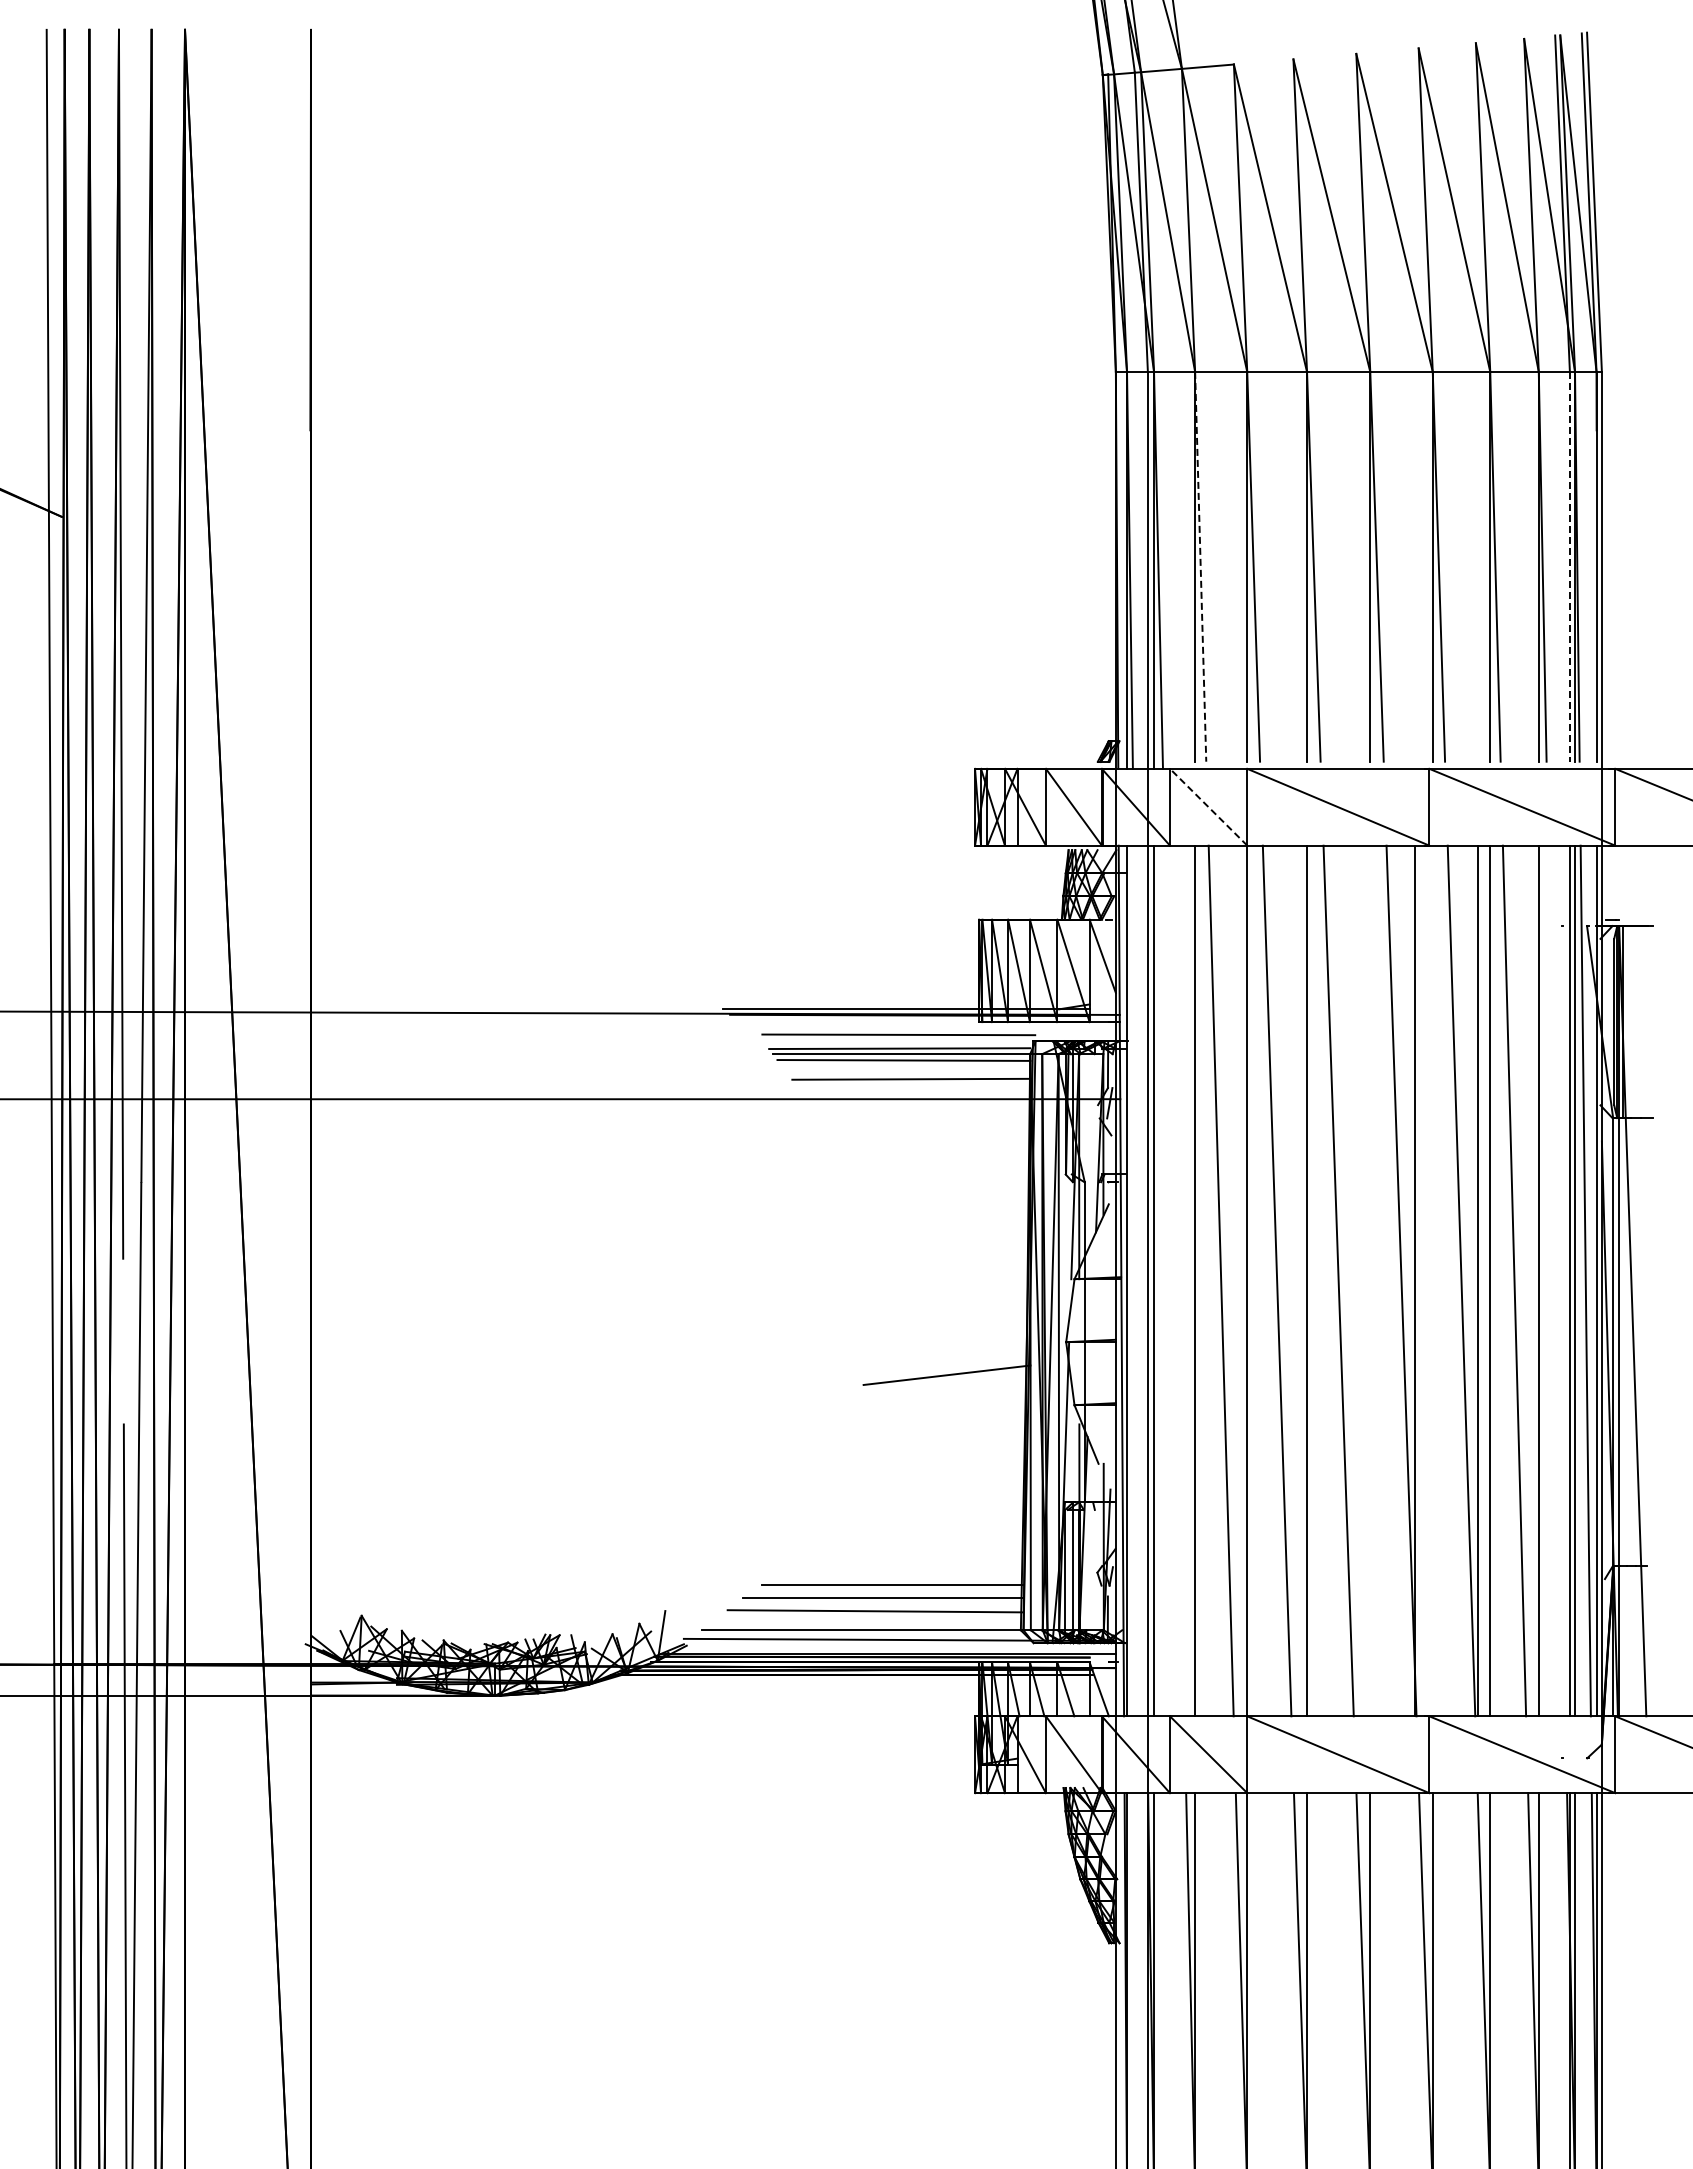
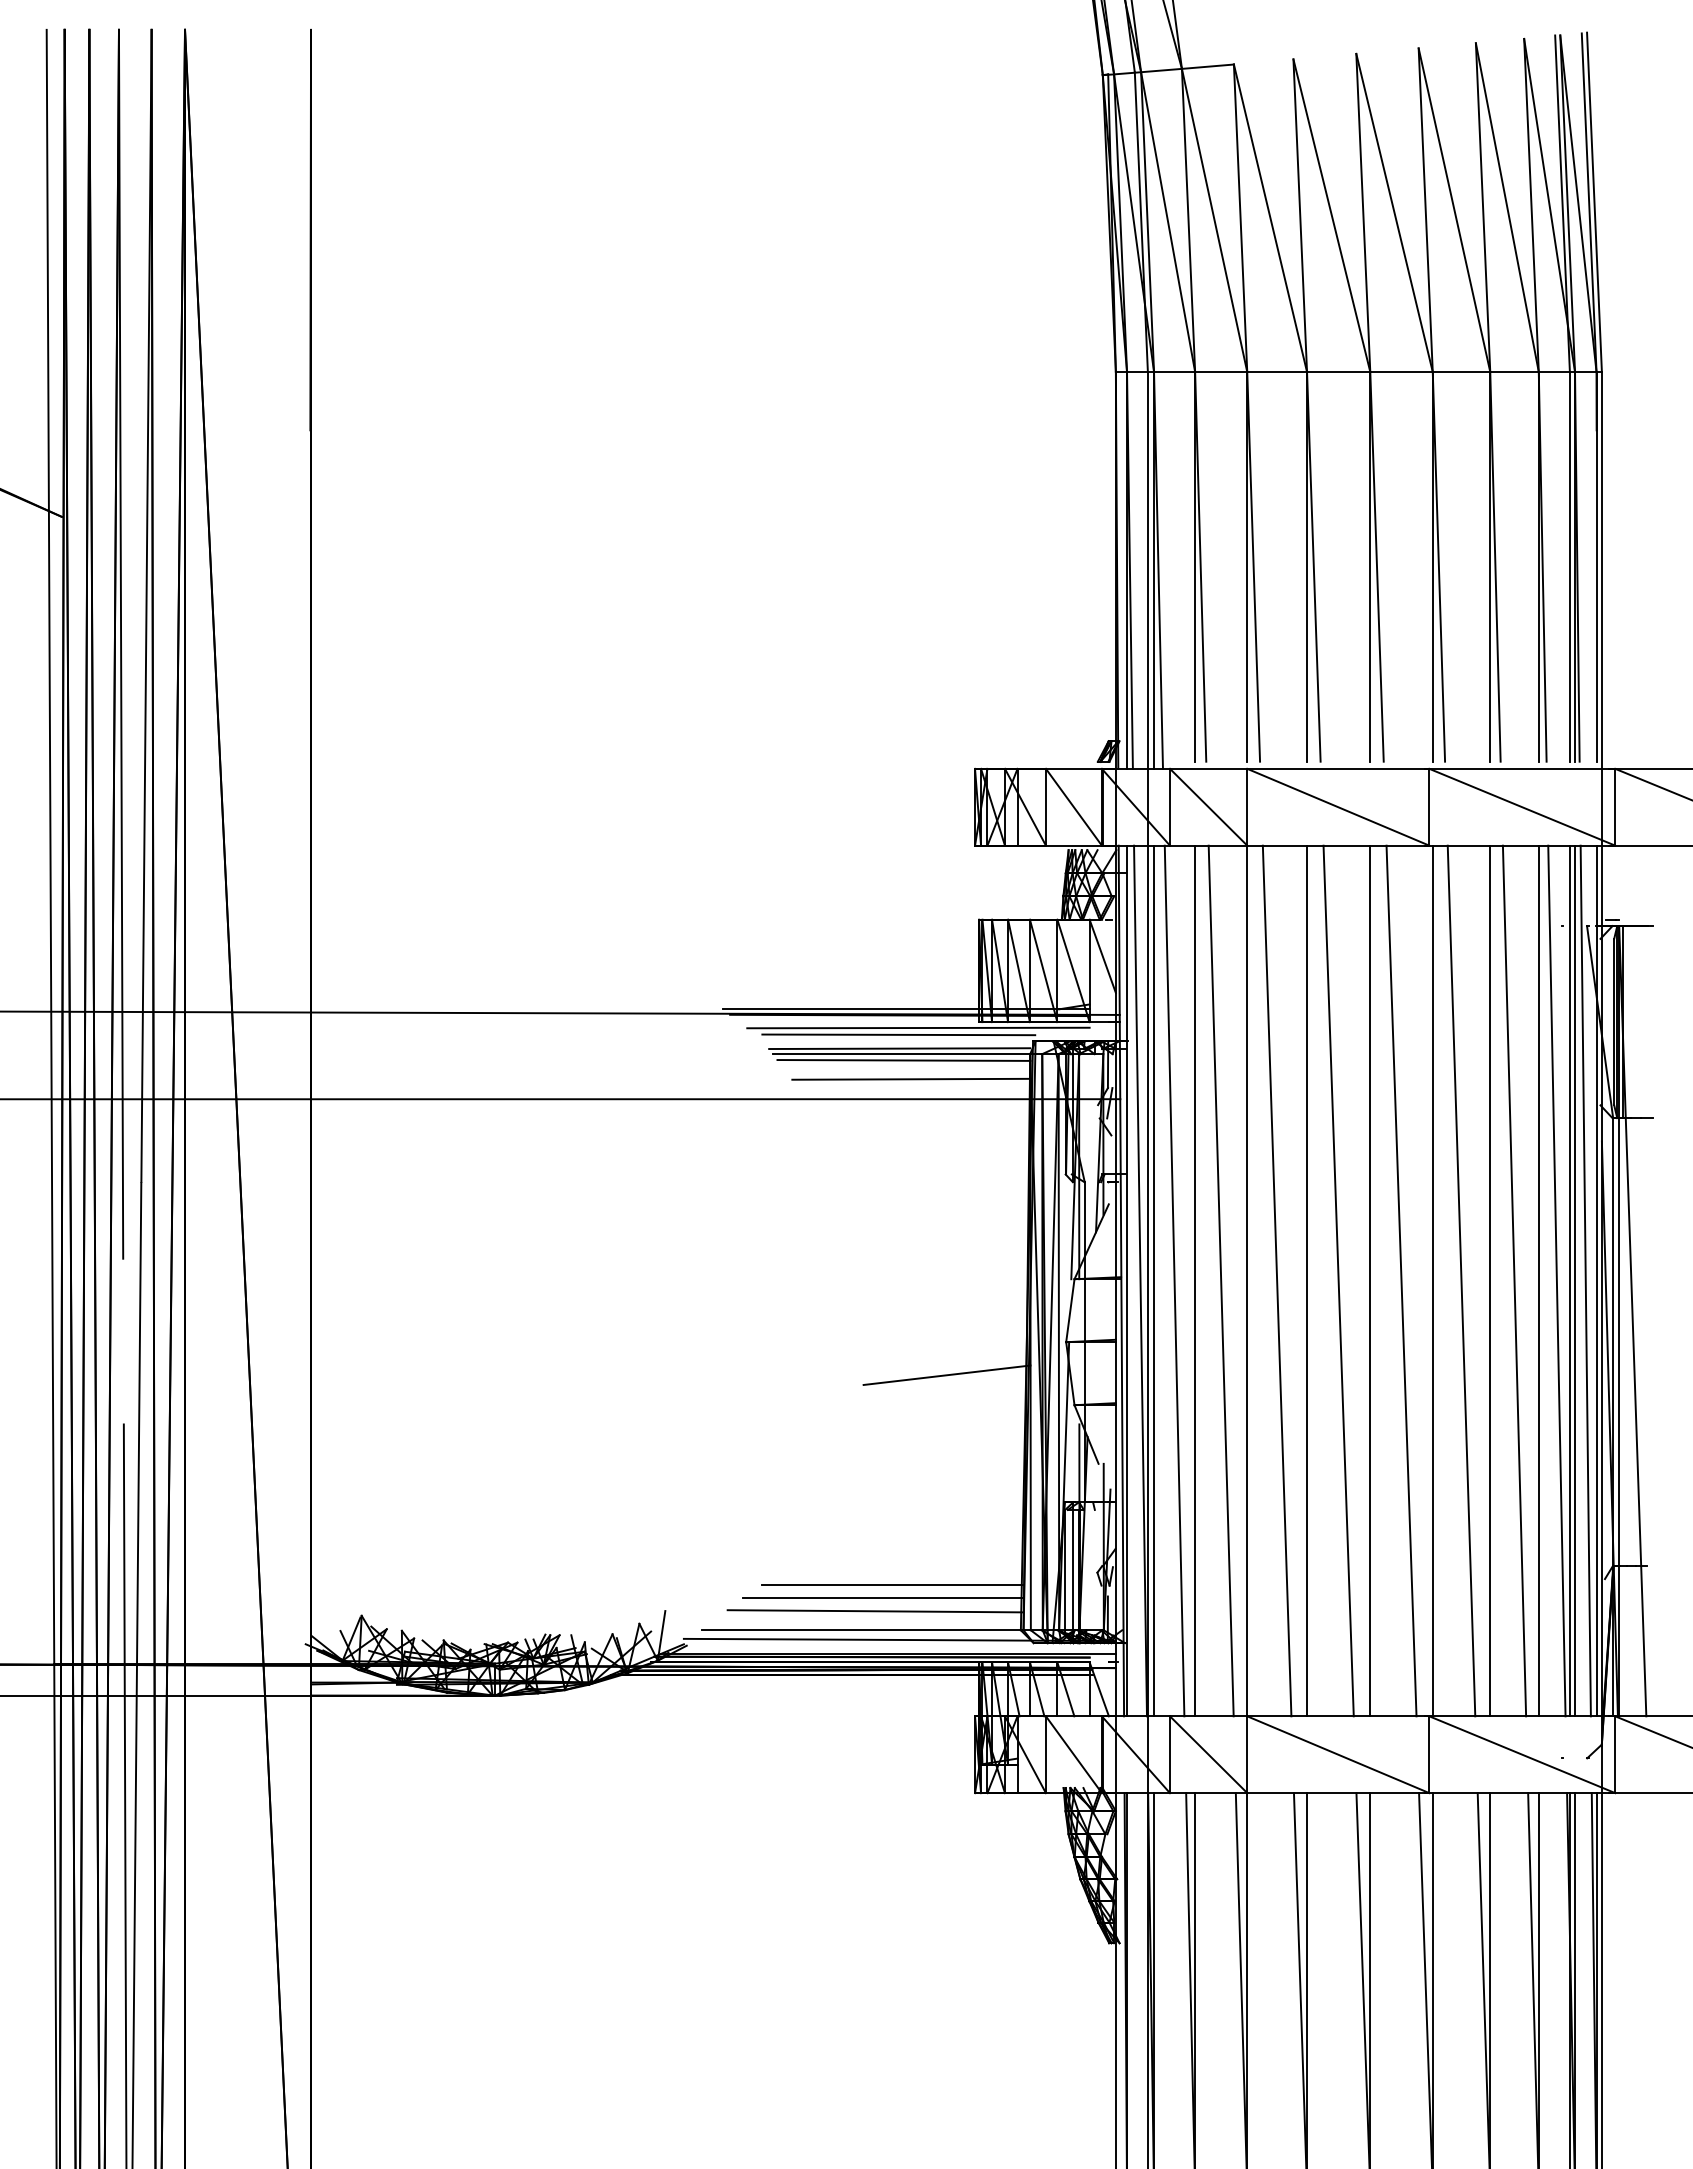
line at (1200, 566): dashed -> solid
line at (1569, 566): dashed -> solid
line at (1208, 807): dashed -> solid
line at (918, 1027): none -> present
line at (1140, 1280): none -> present
line at (1174, 1280): none -> present
line at (1415, 1280) position: (1415, 1280) -> (1370, 1280)
line at (1477, 1280) position: (1477, 1280) -> (1432, 1280)
line at (1556, 1280): none -> present
